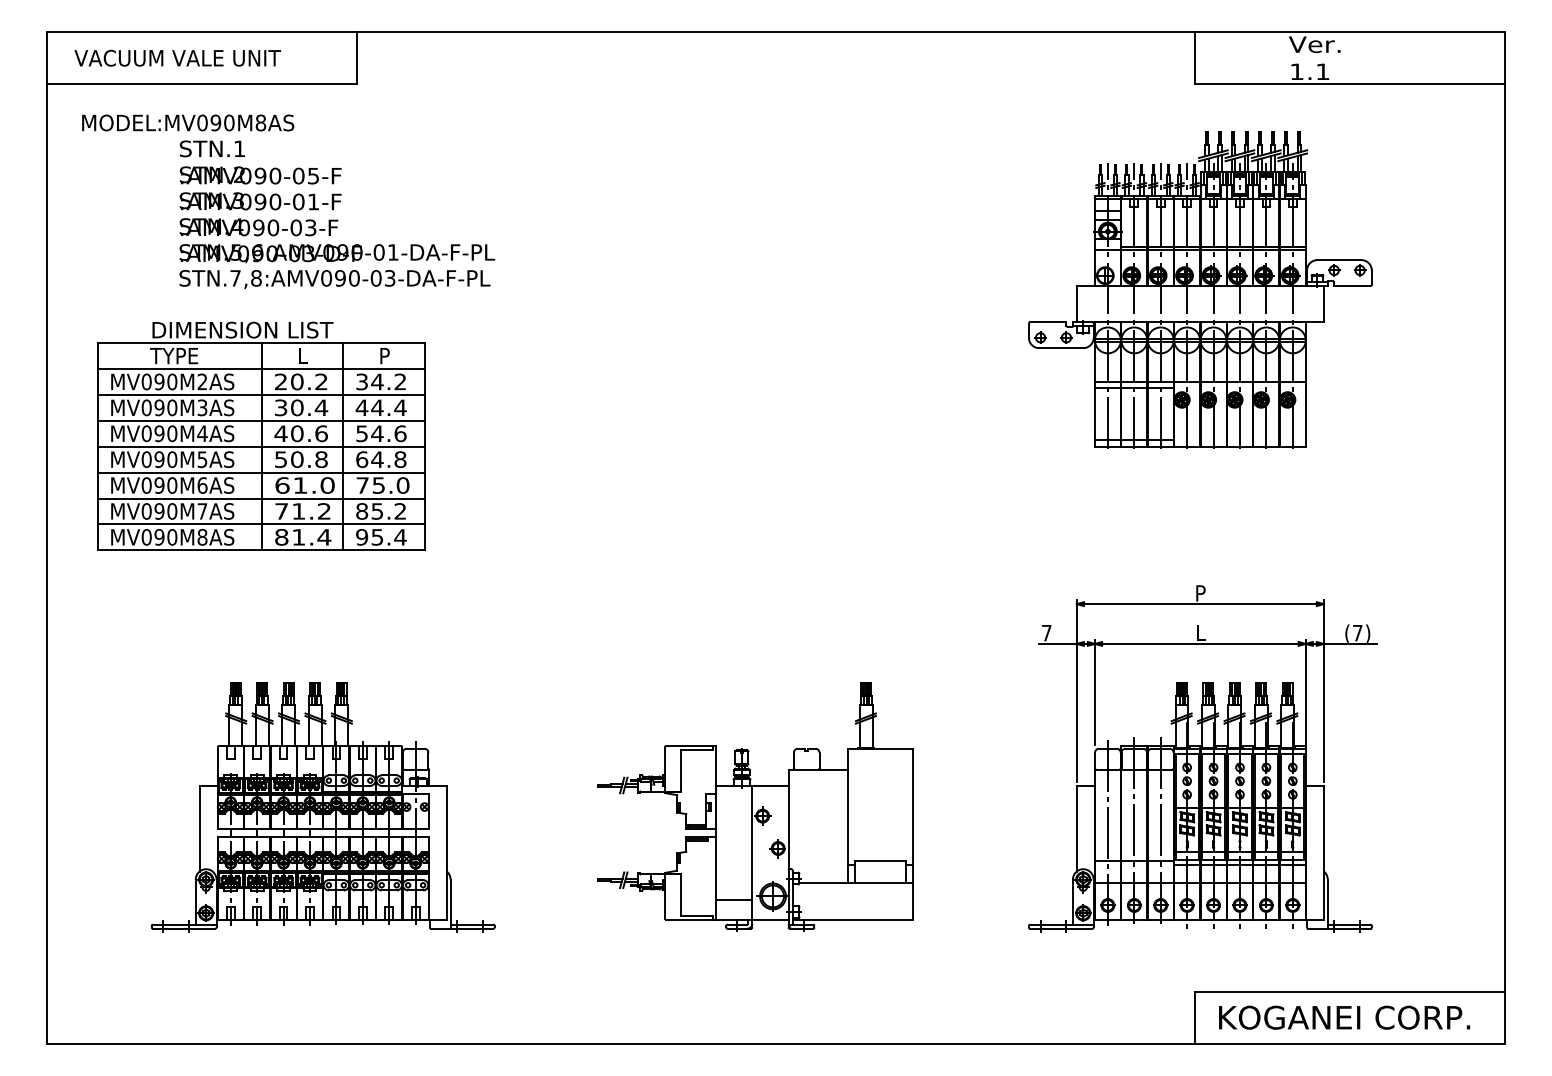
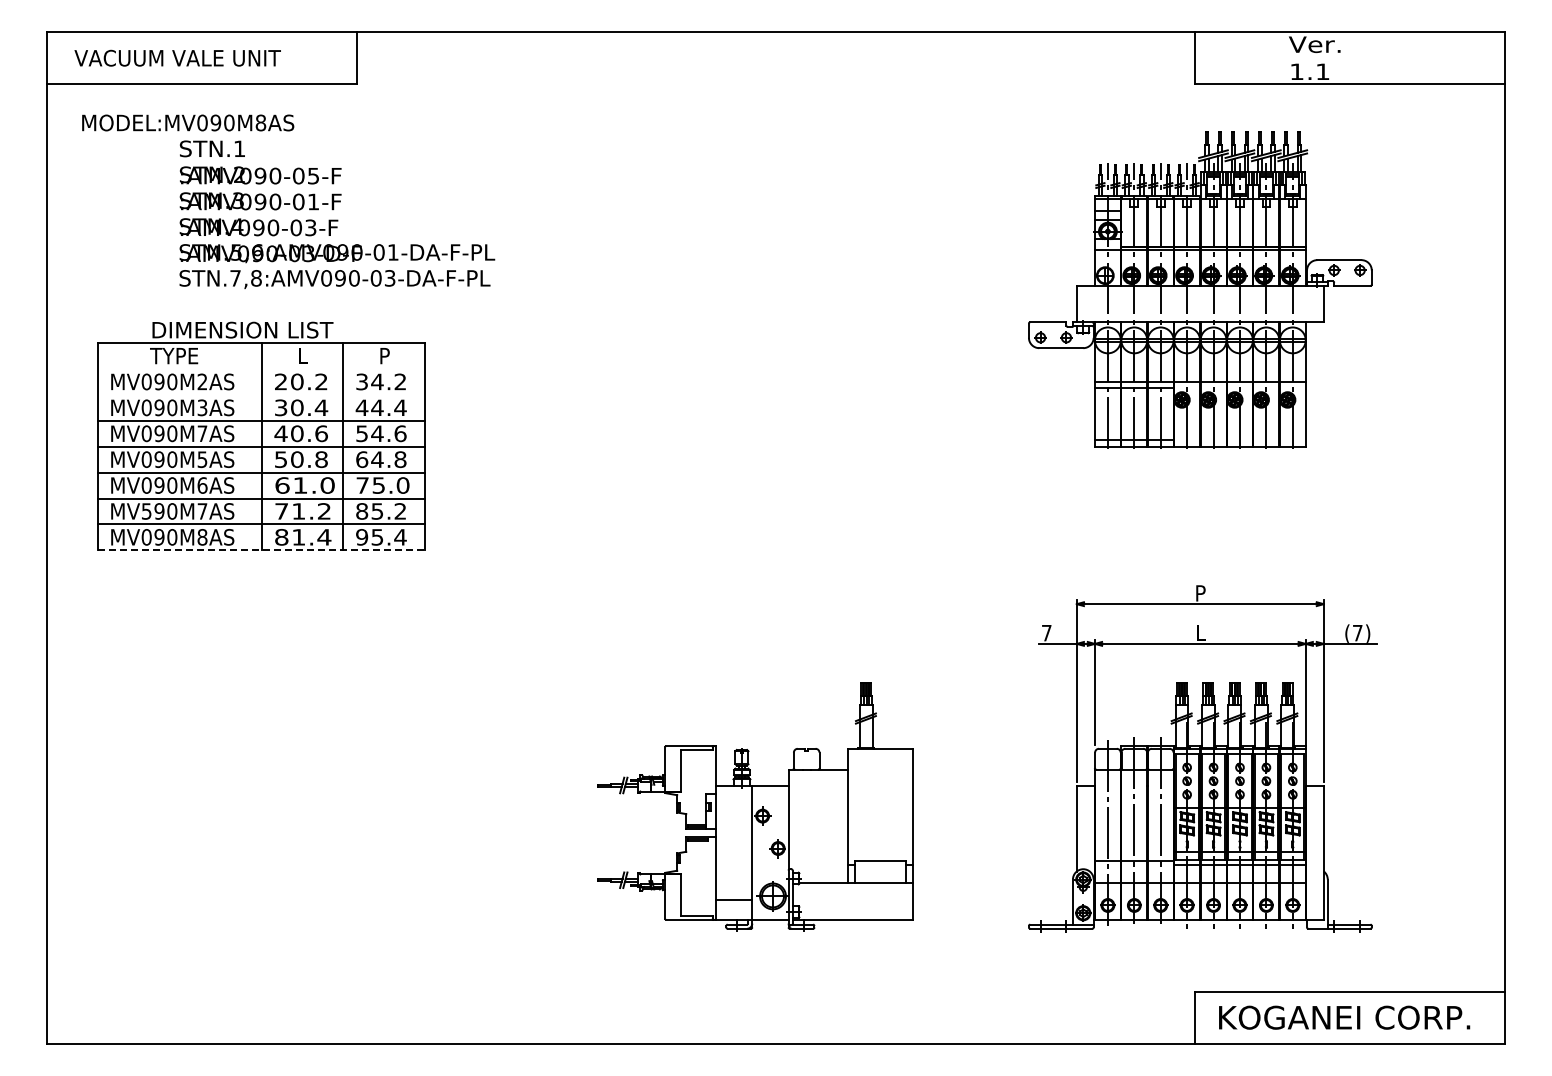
line at (261, 369): present -> none
line at (261, 394): present -> none
text at (202, 433): MV090M4AS -> MV090M7AS
text at (146, 511): MV090M7AS -> MV590M7AS
line at (262, 550): solid -> dashed
part at (323, 807): present -> none
